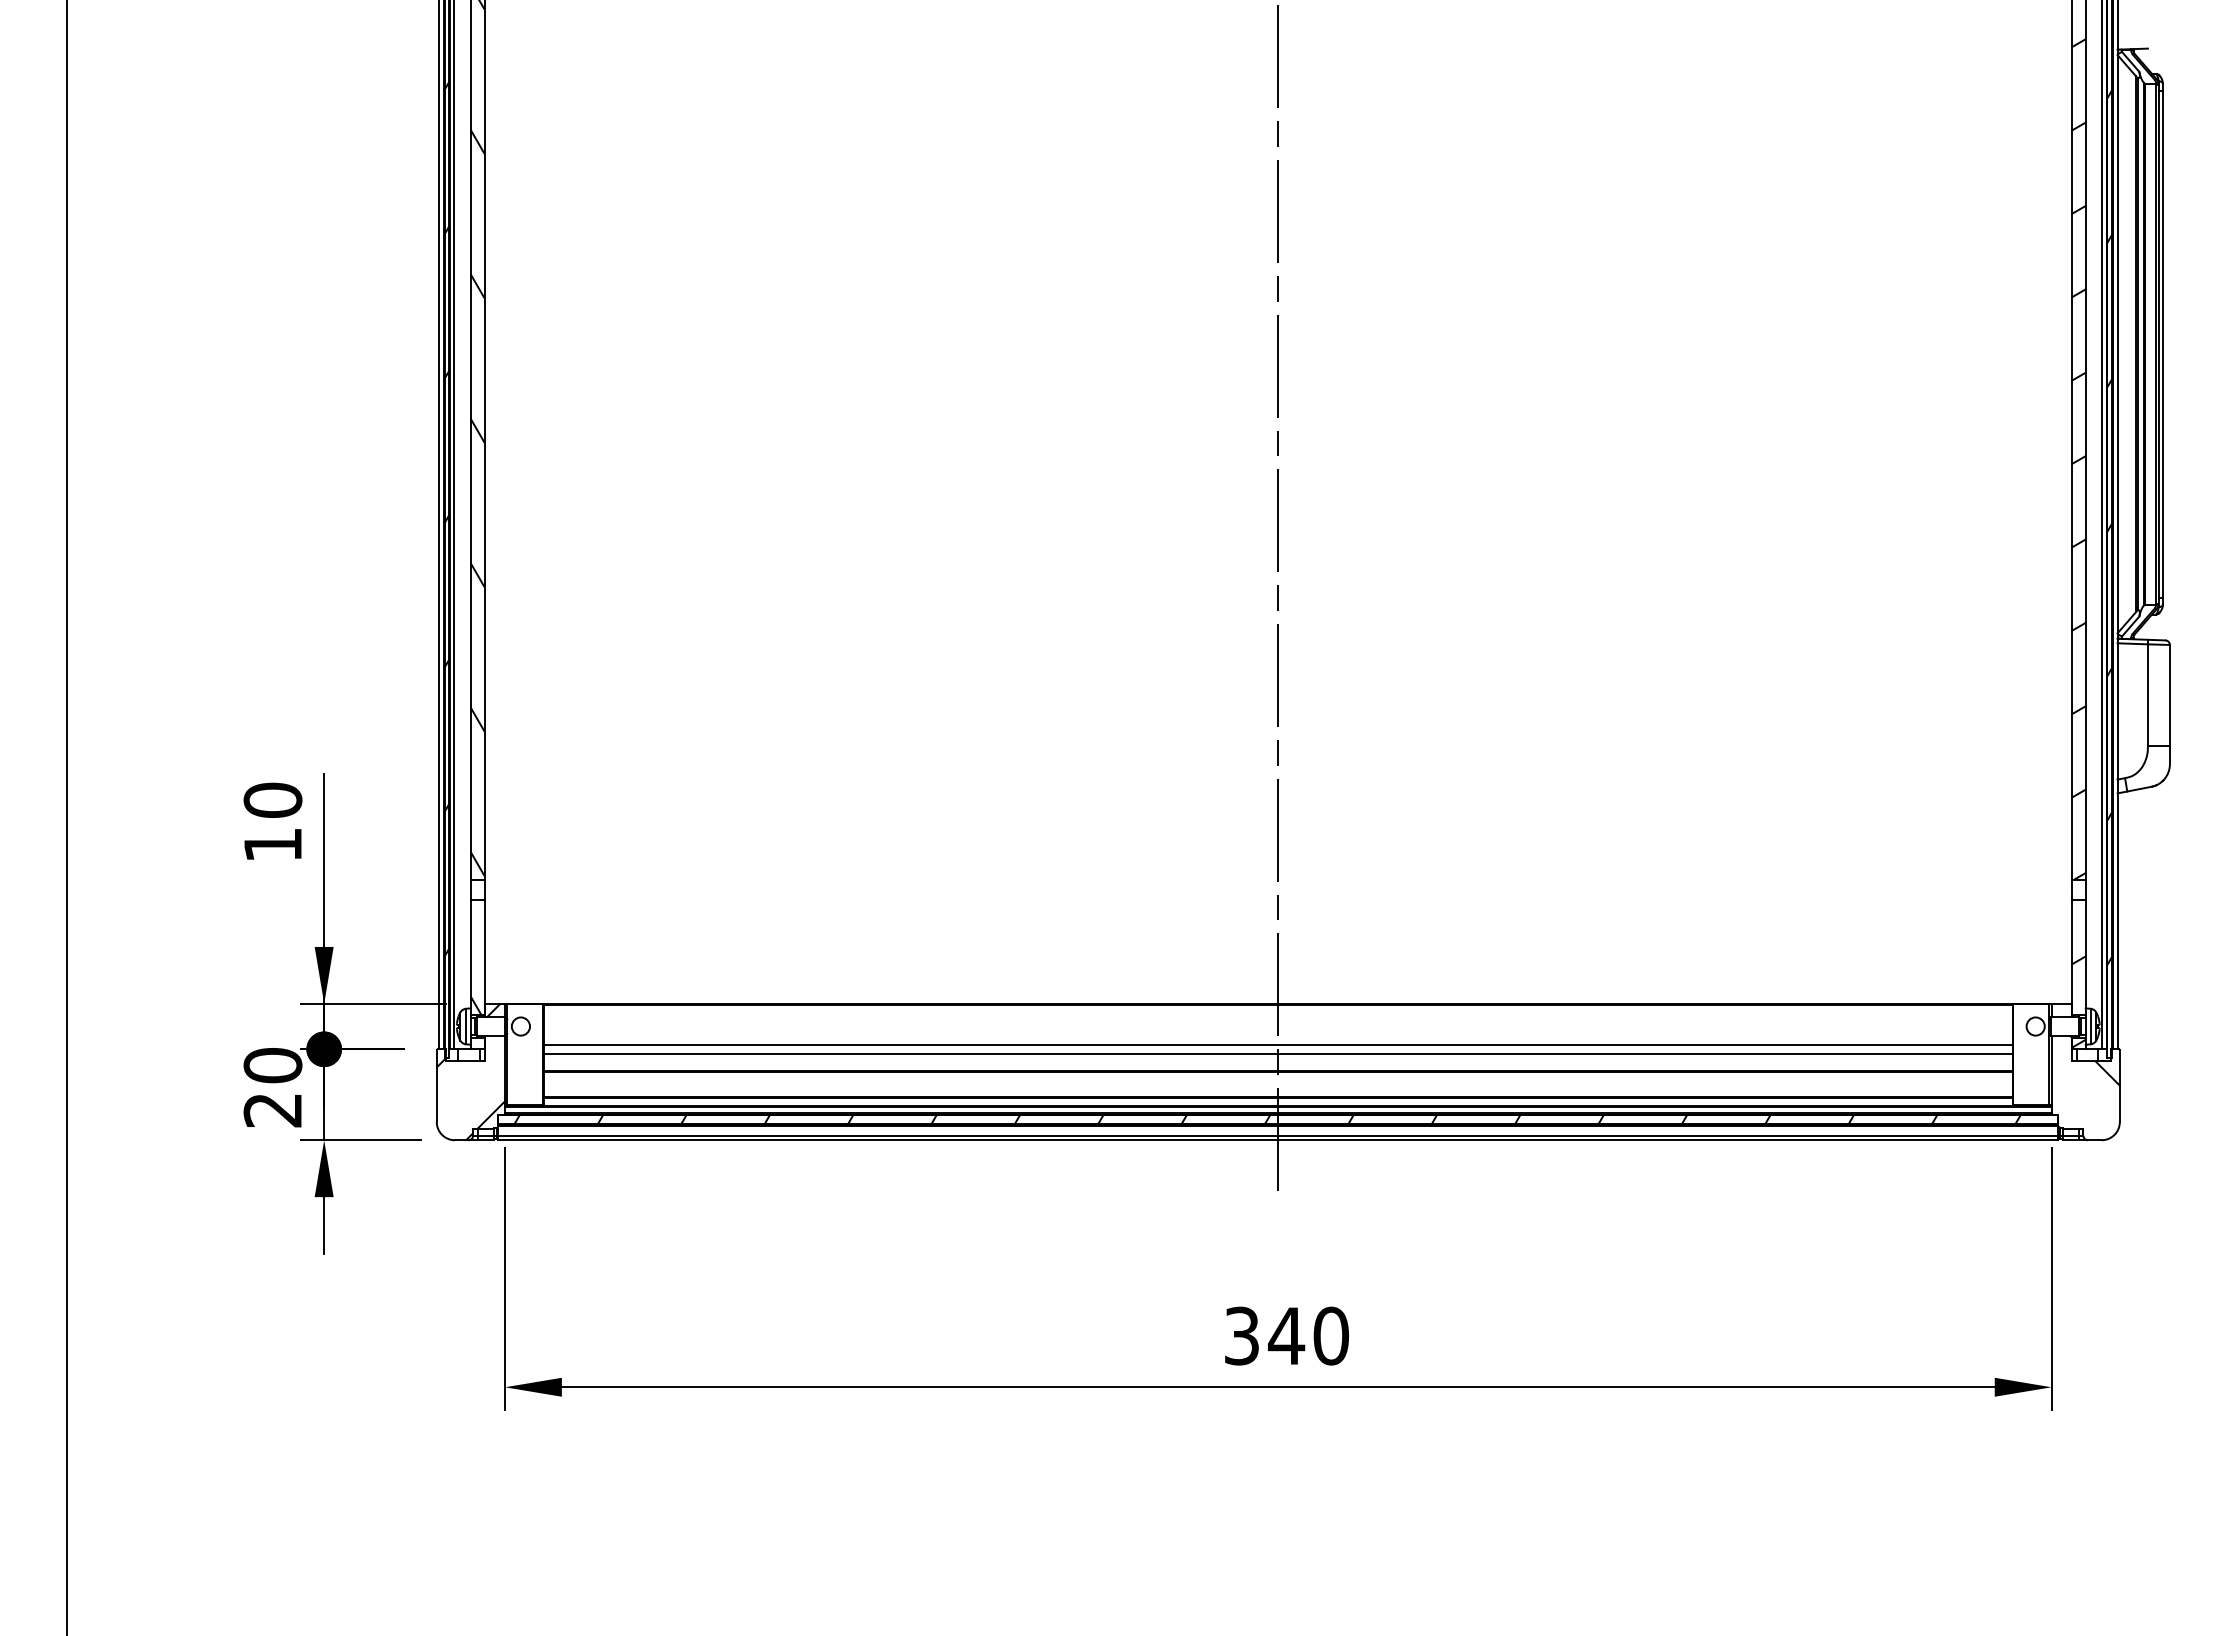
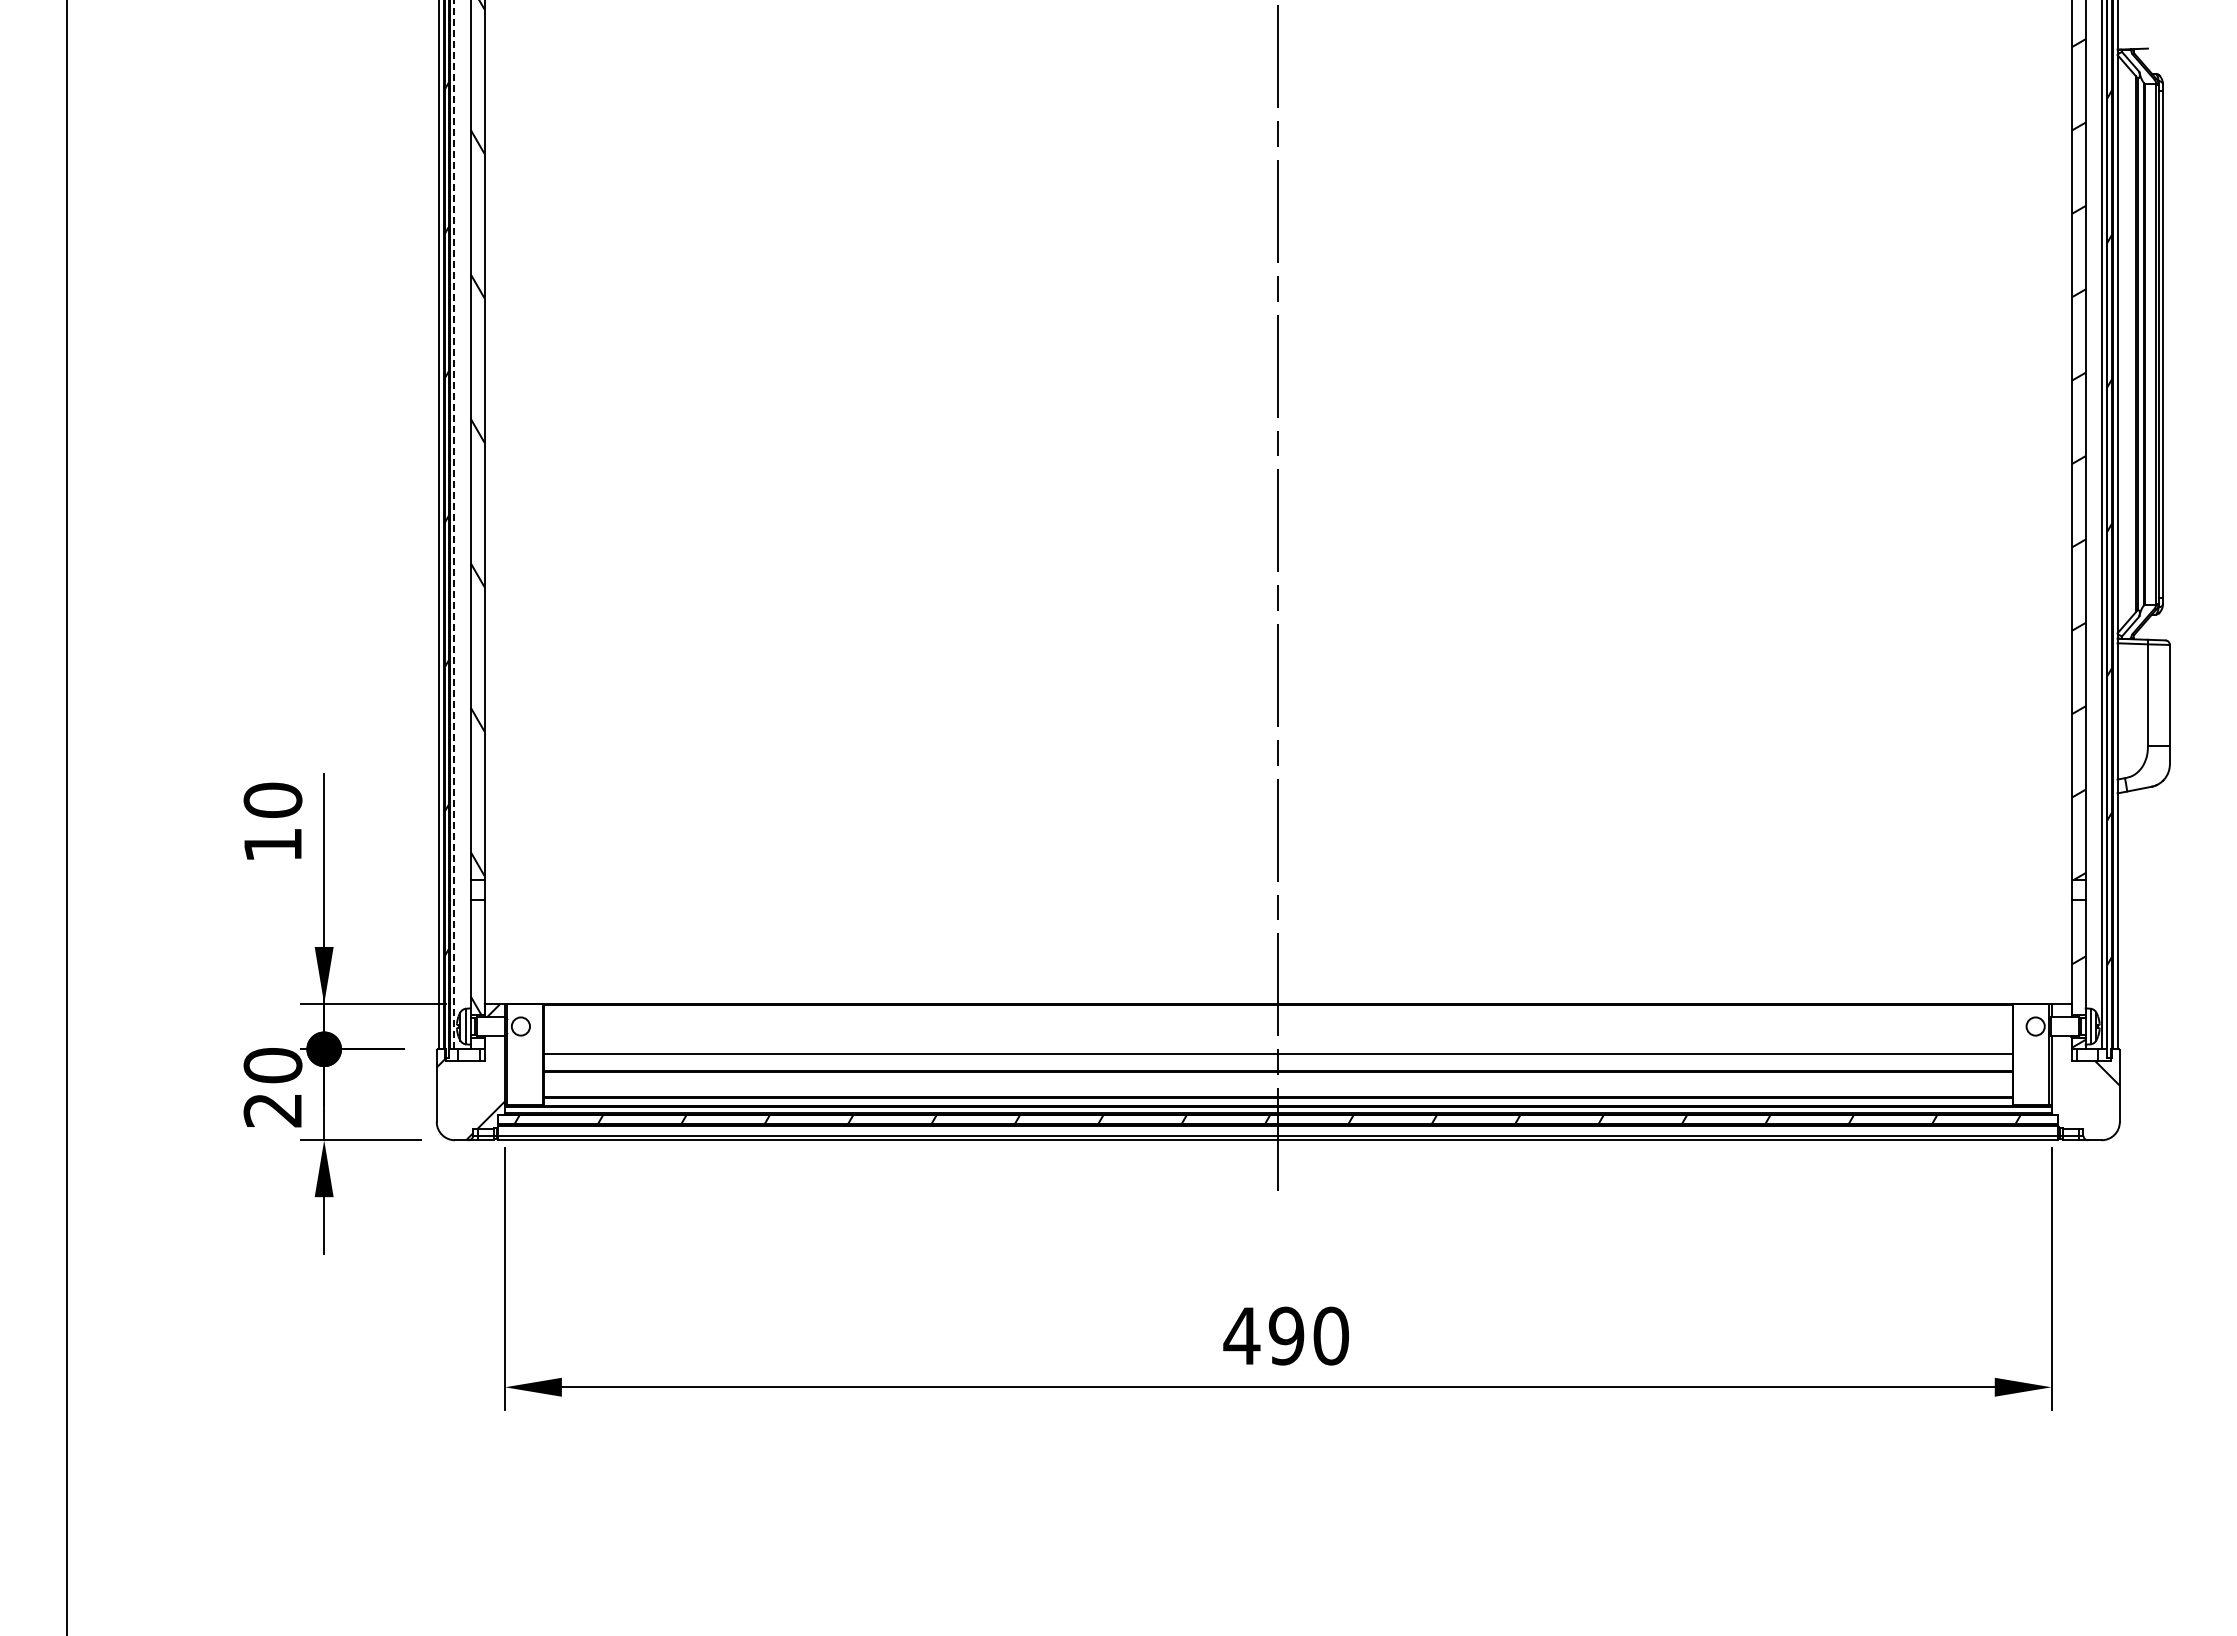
line at (454, 524): solid -> dashed
line at (1277, 1044): present -> none
text at (1264, 1335): 340 -> 490
